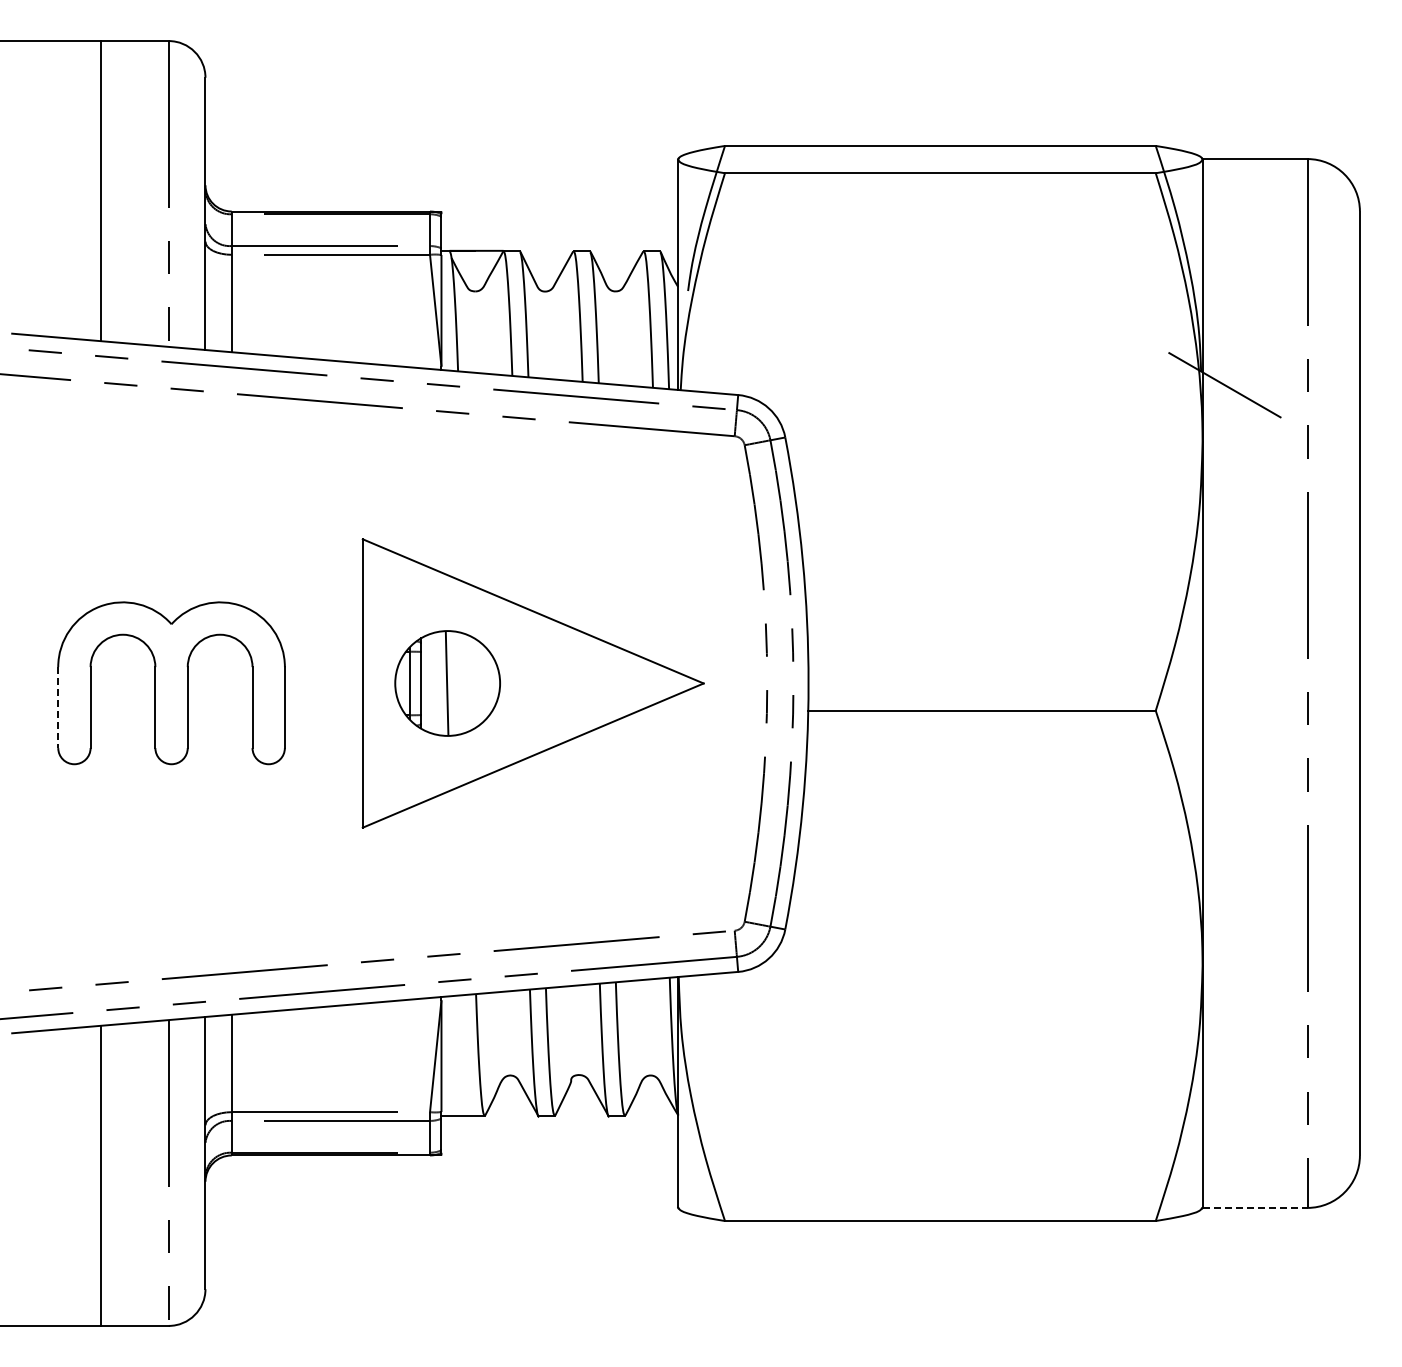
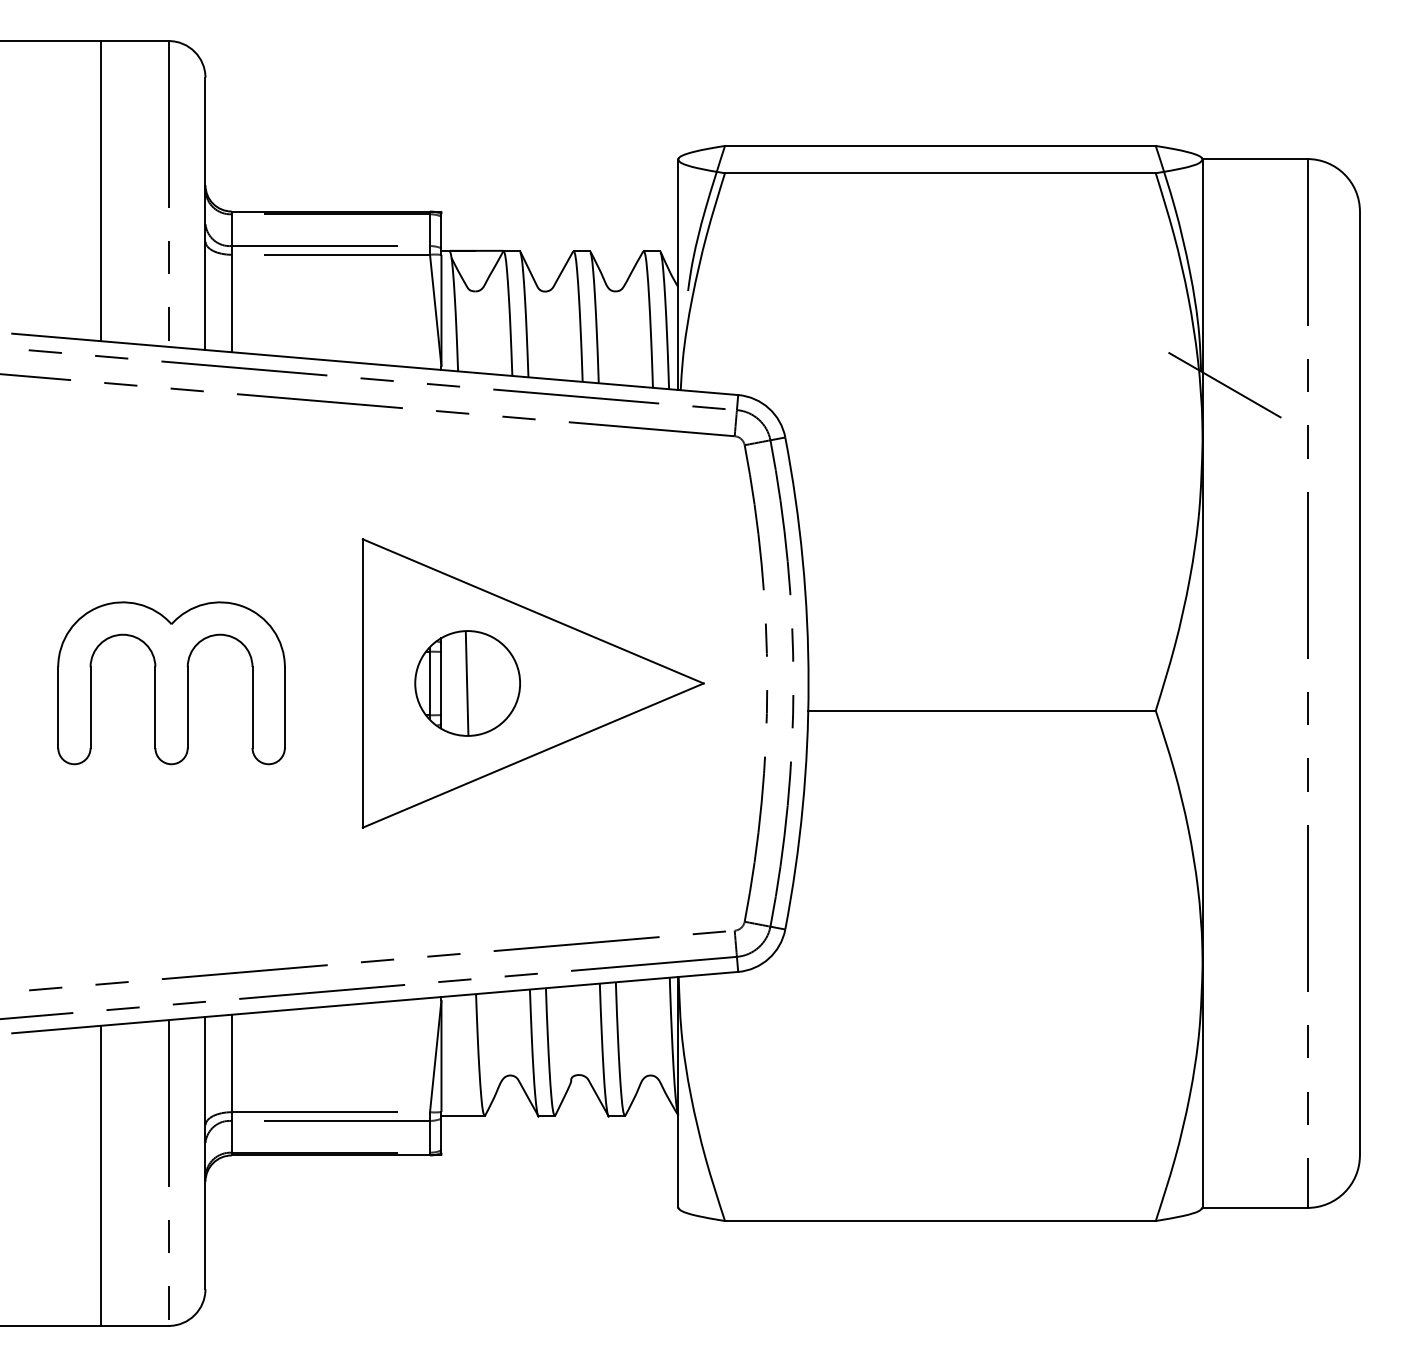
part at (447, 683) position: (447, 683) -> (467, 683)
line at (58, 708): dashed -> solid
line at (1255, 1207): dashed -> solid
